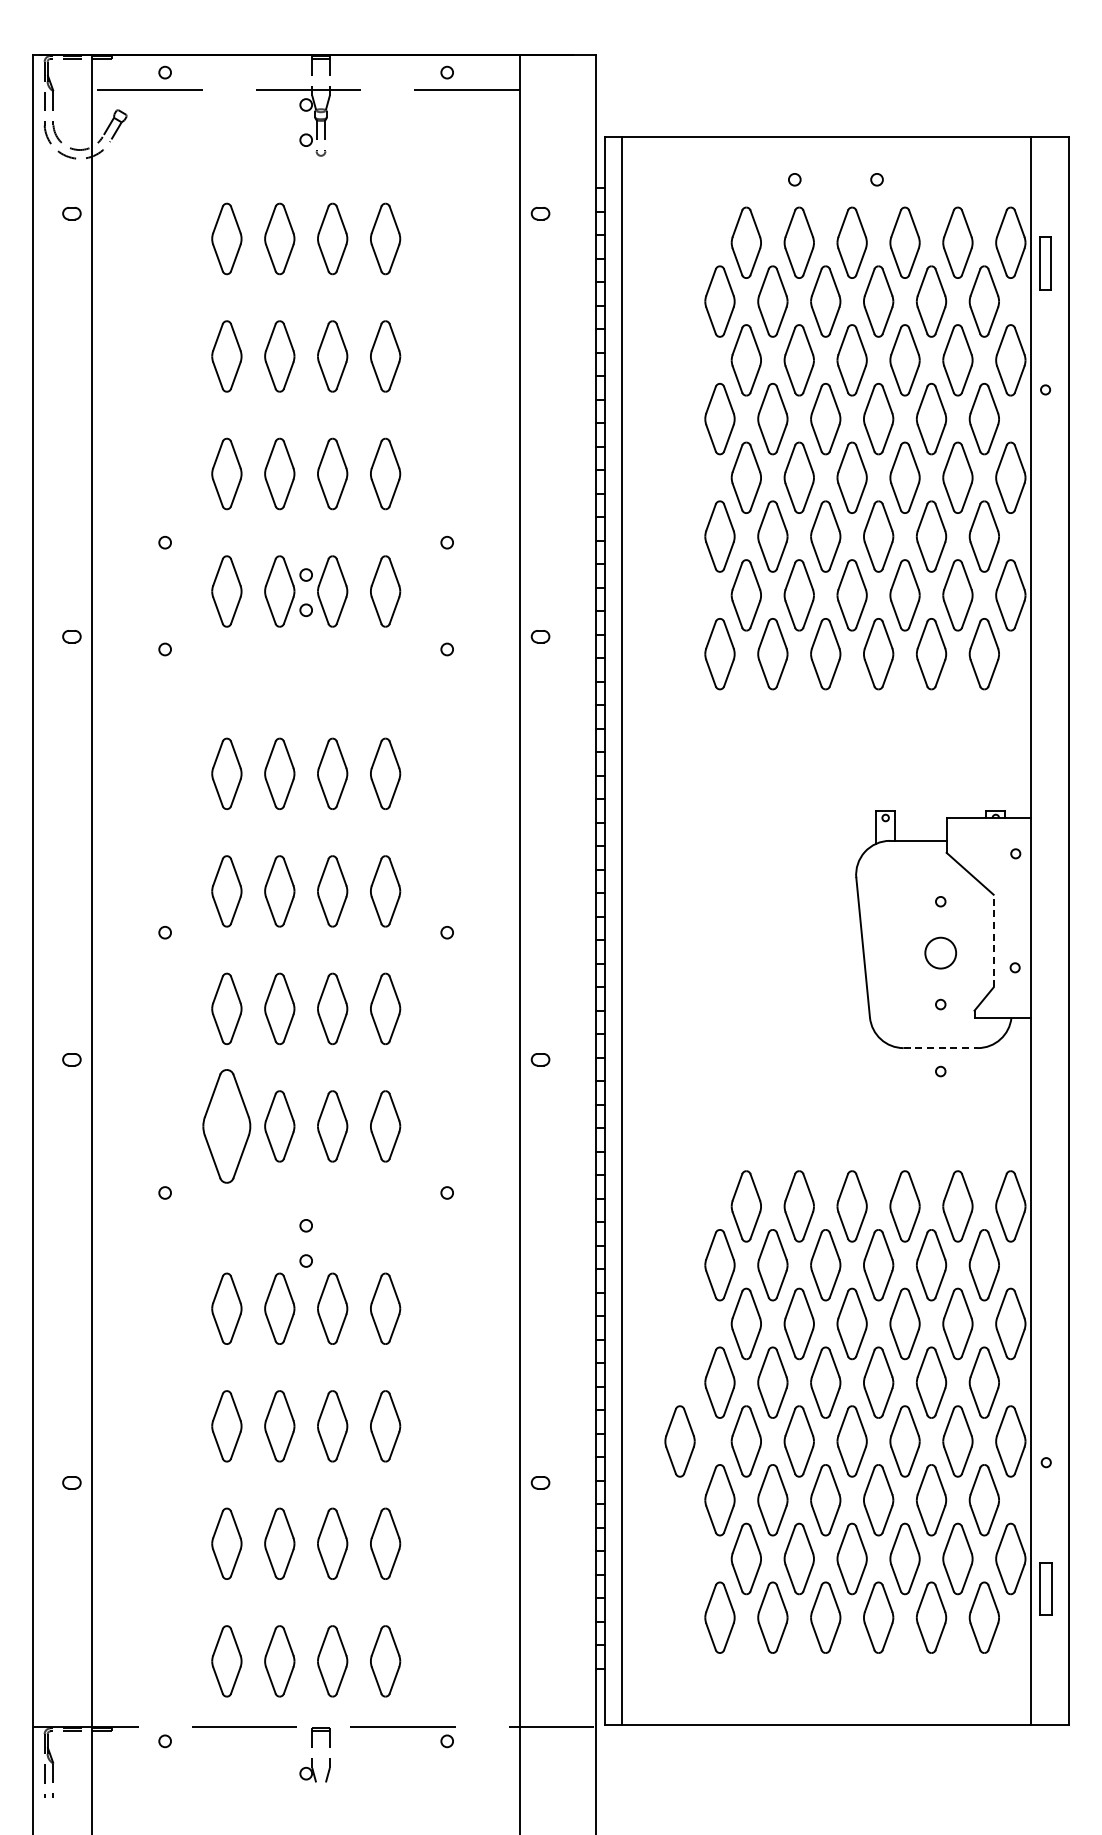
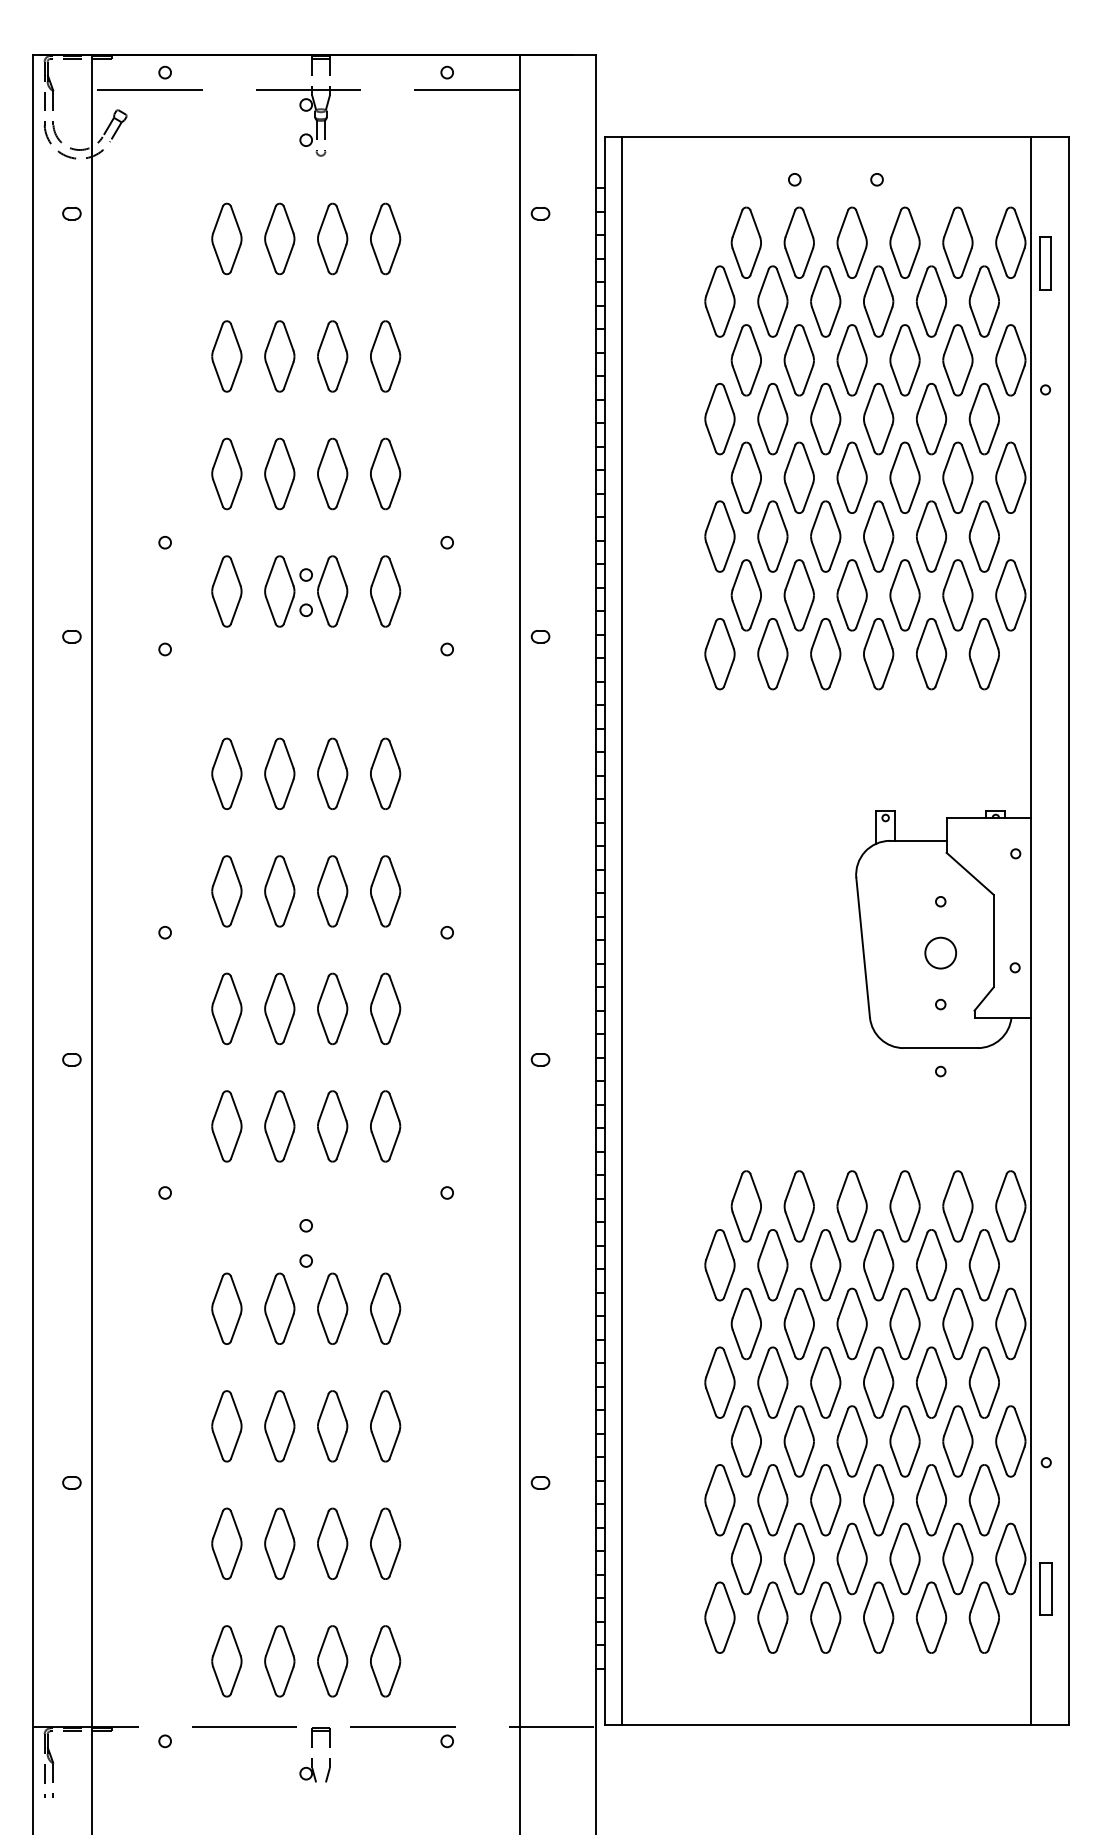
line at (993, 940): dashed -> solid
line at (941, 1048): dashed -> solid
part at (226, 1126) size: 50x115 px -> 32x73 px
part at (679, 1441): present -> none
